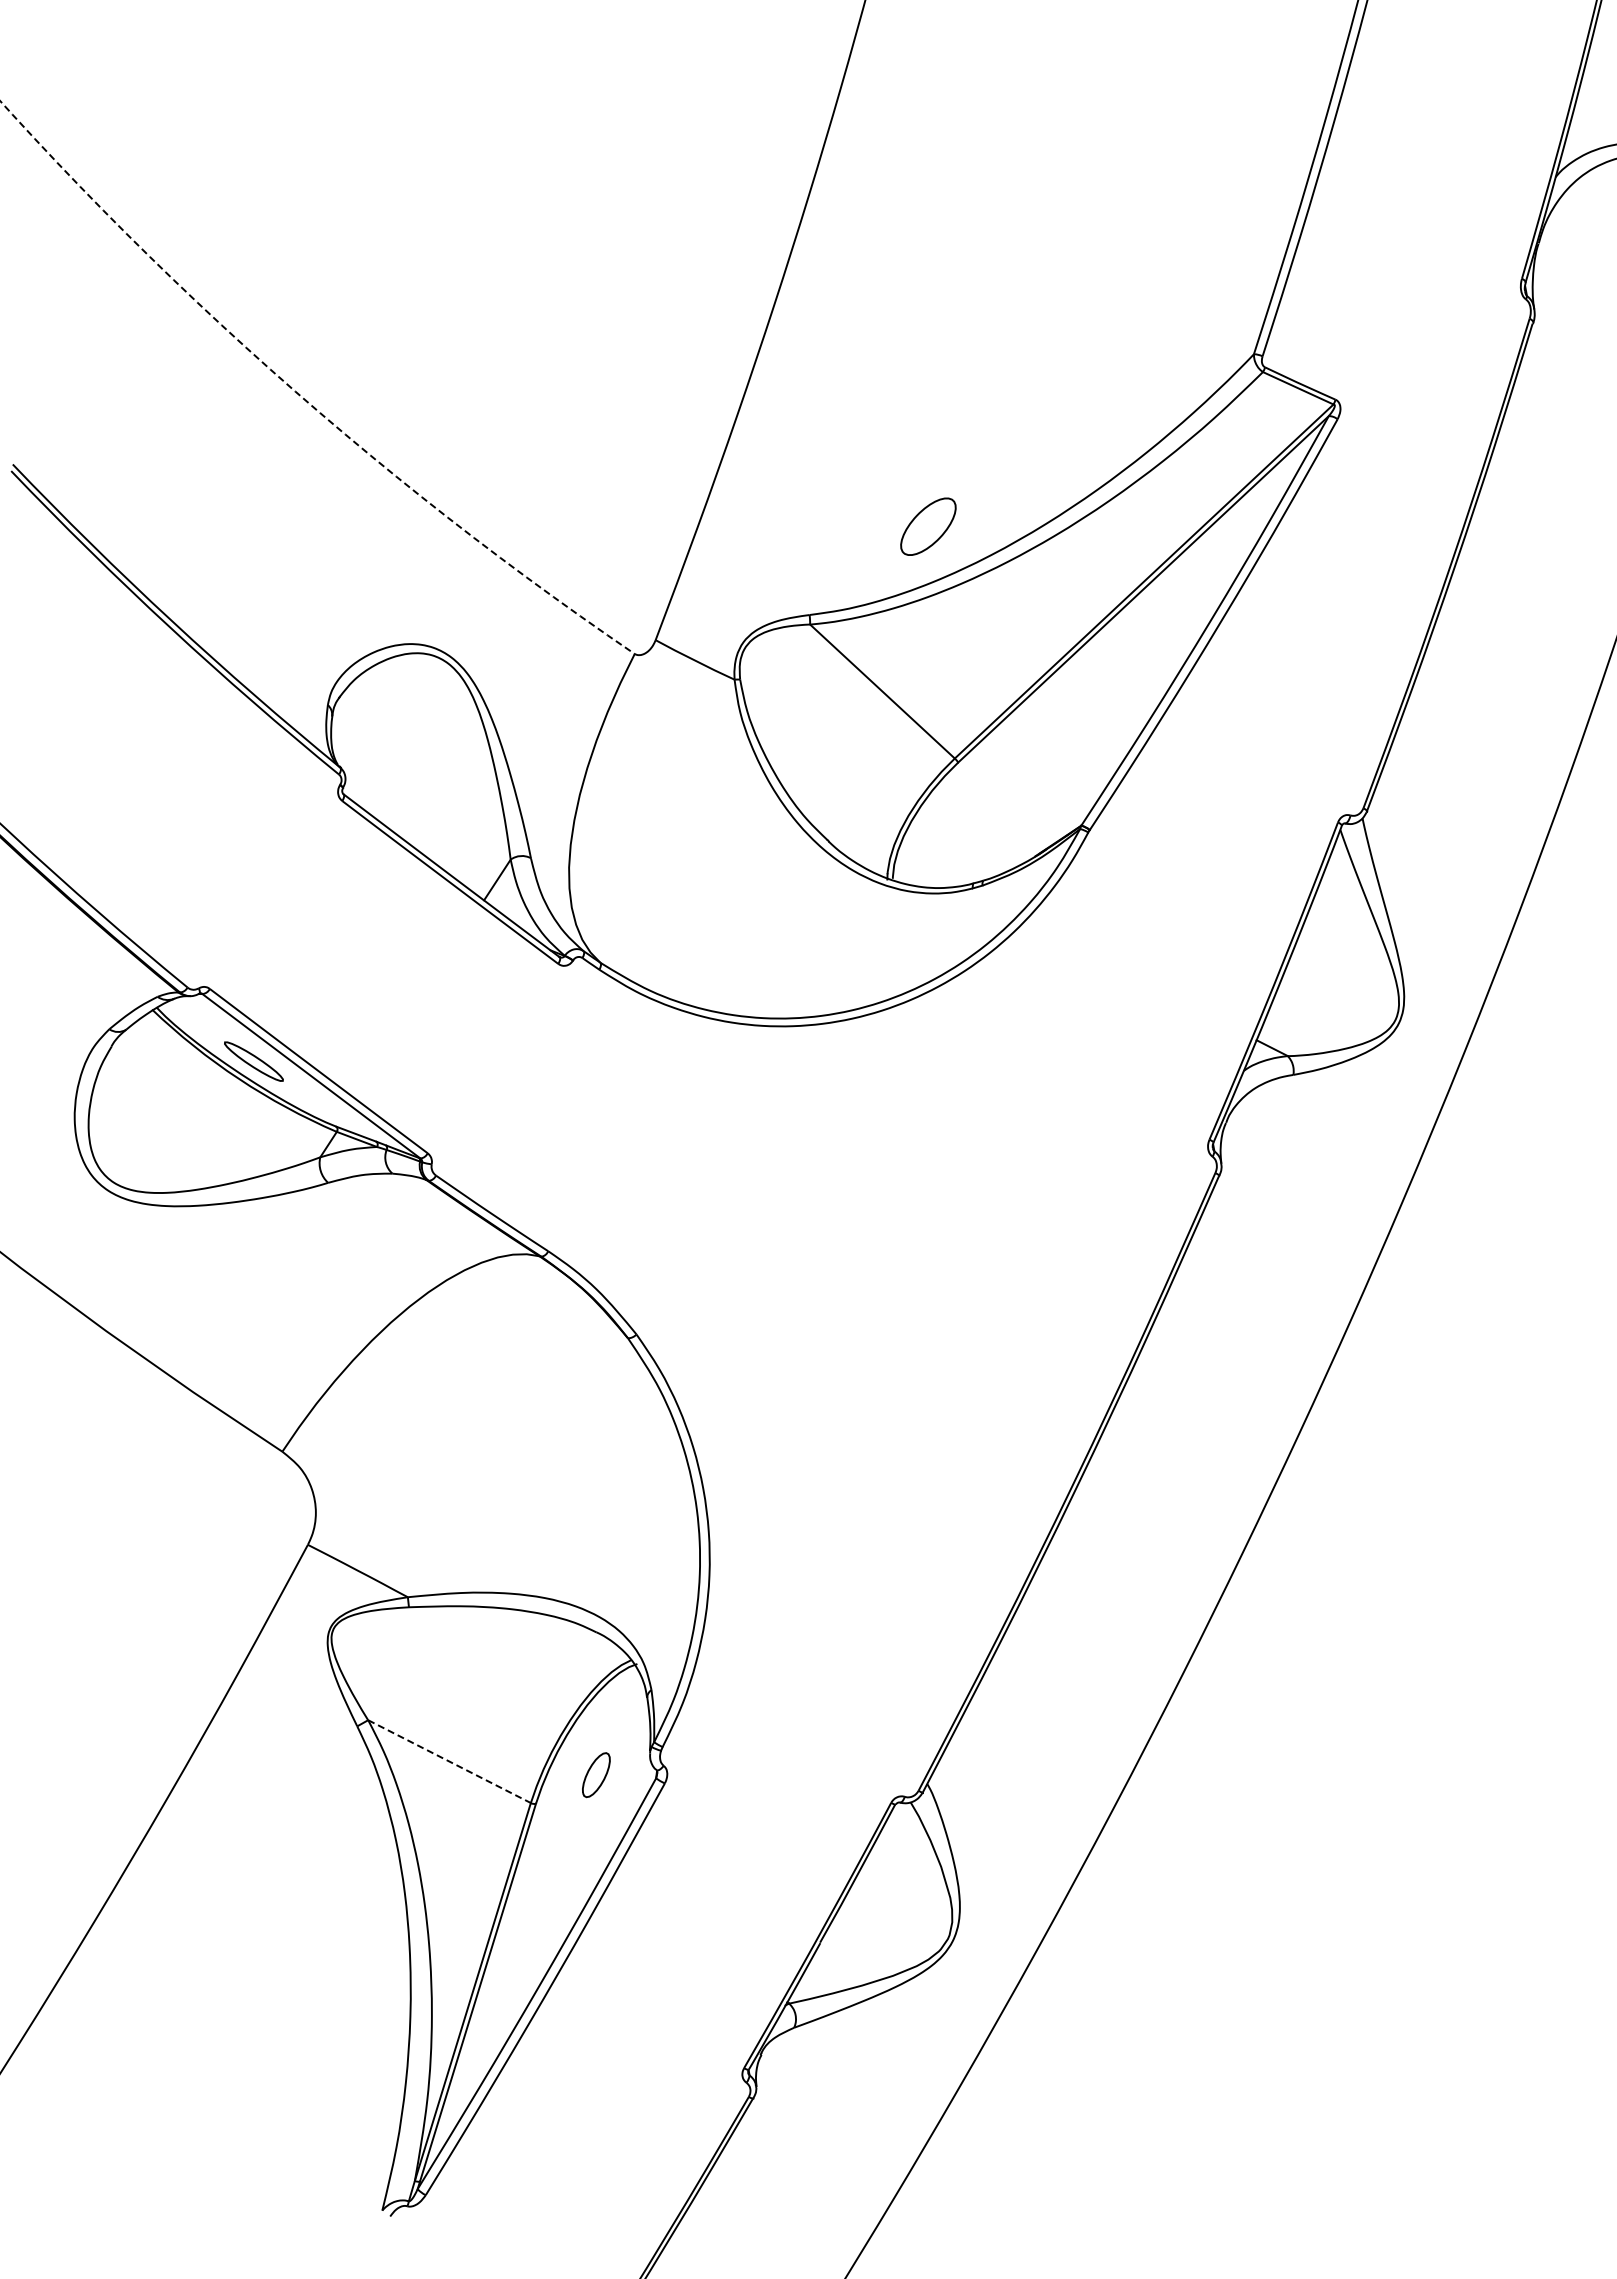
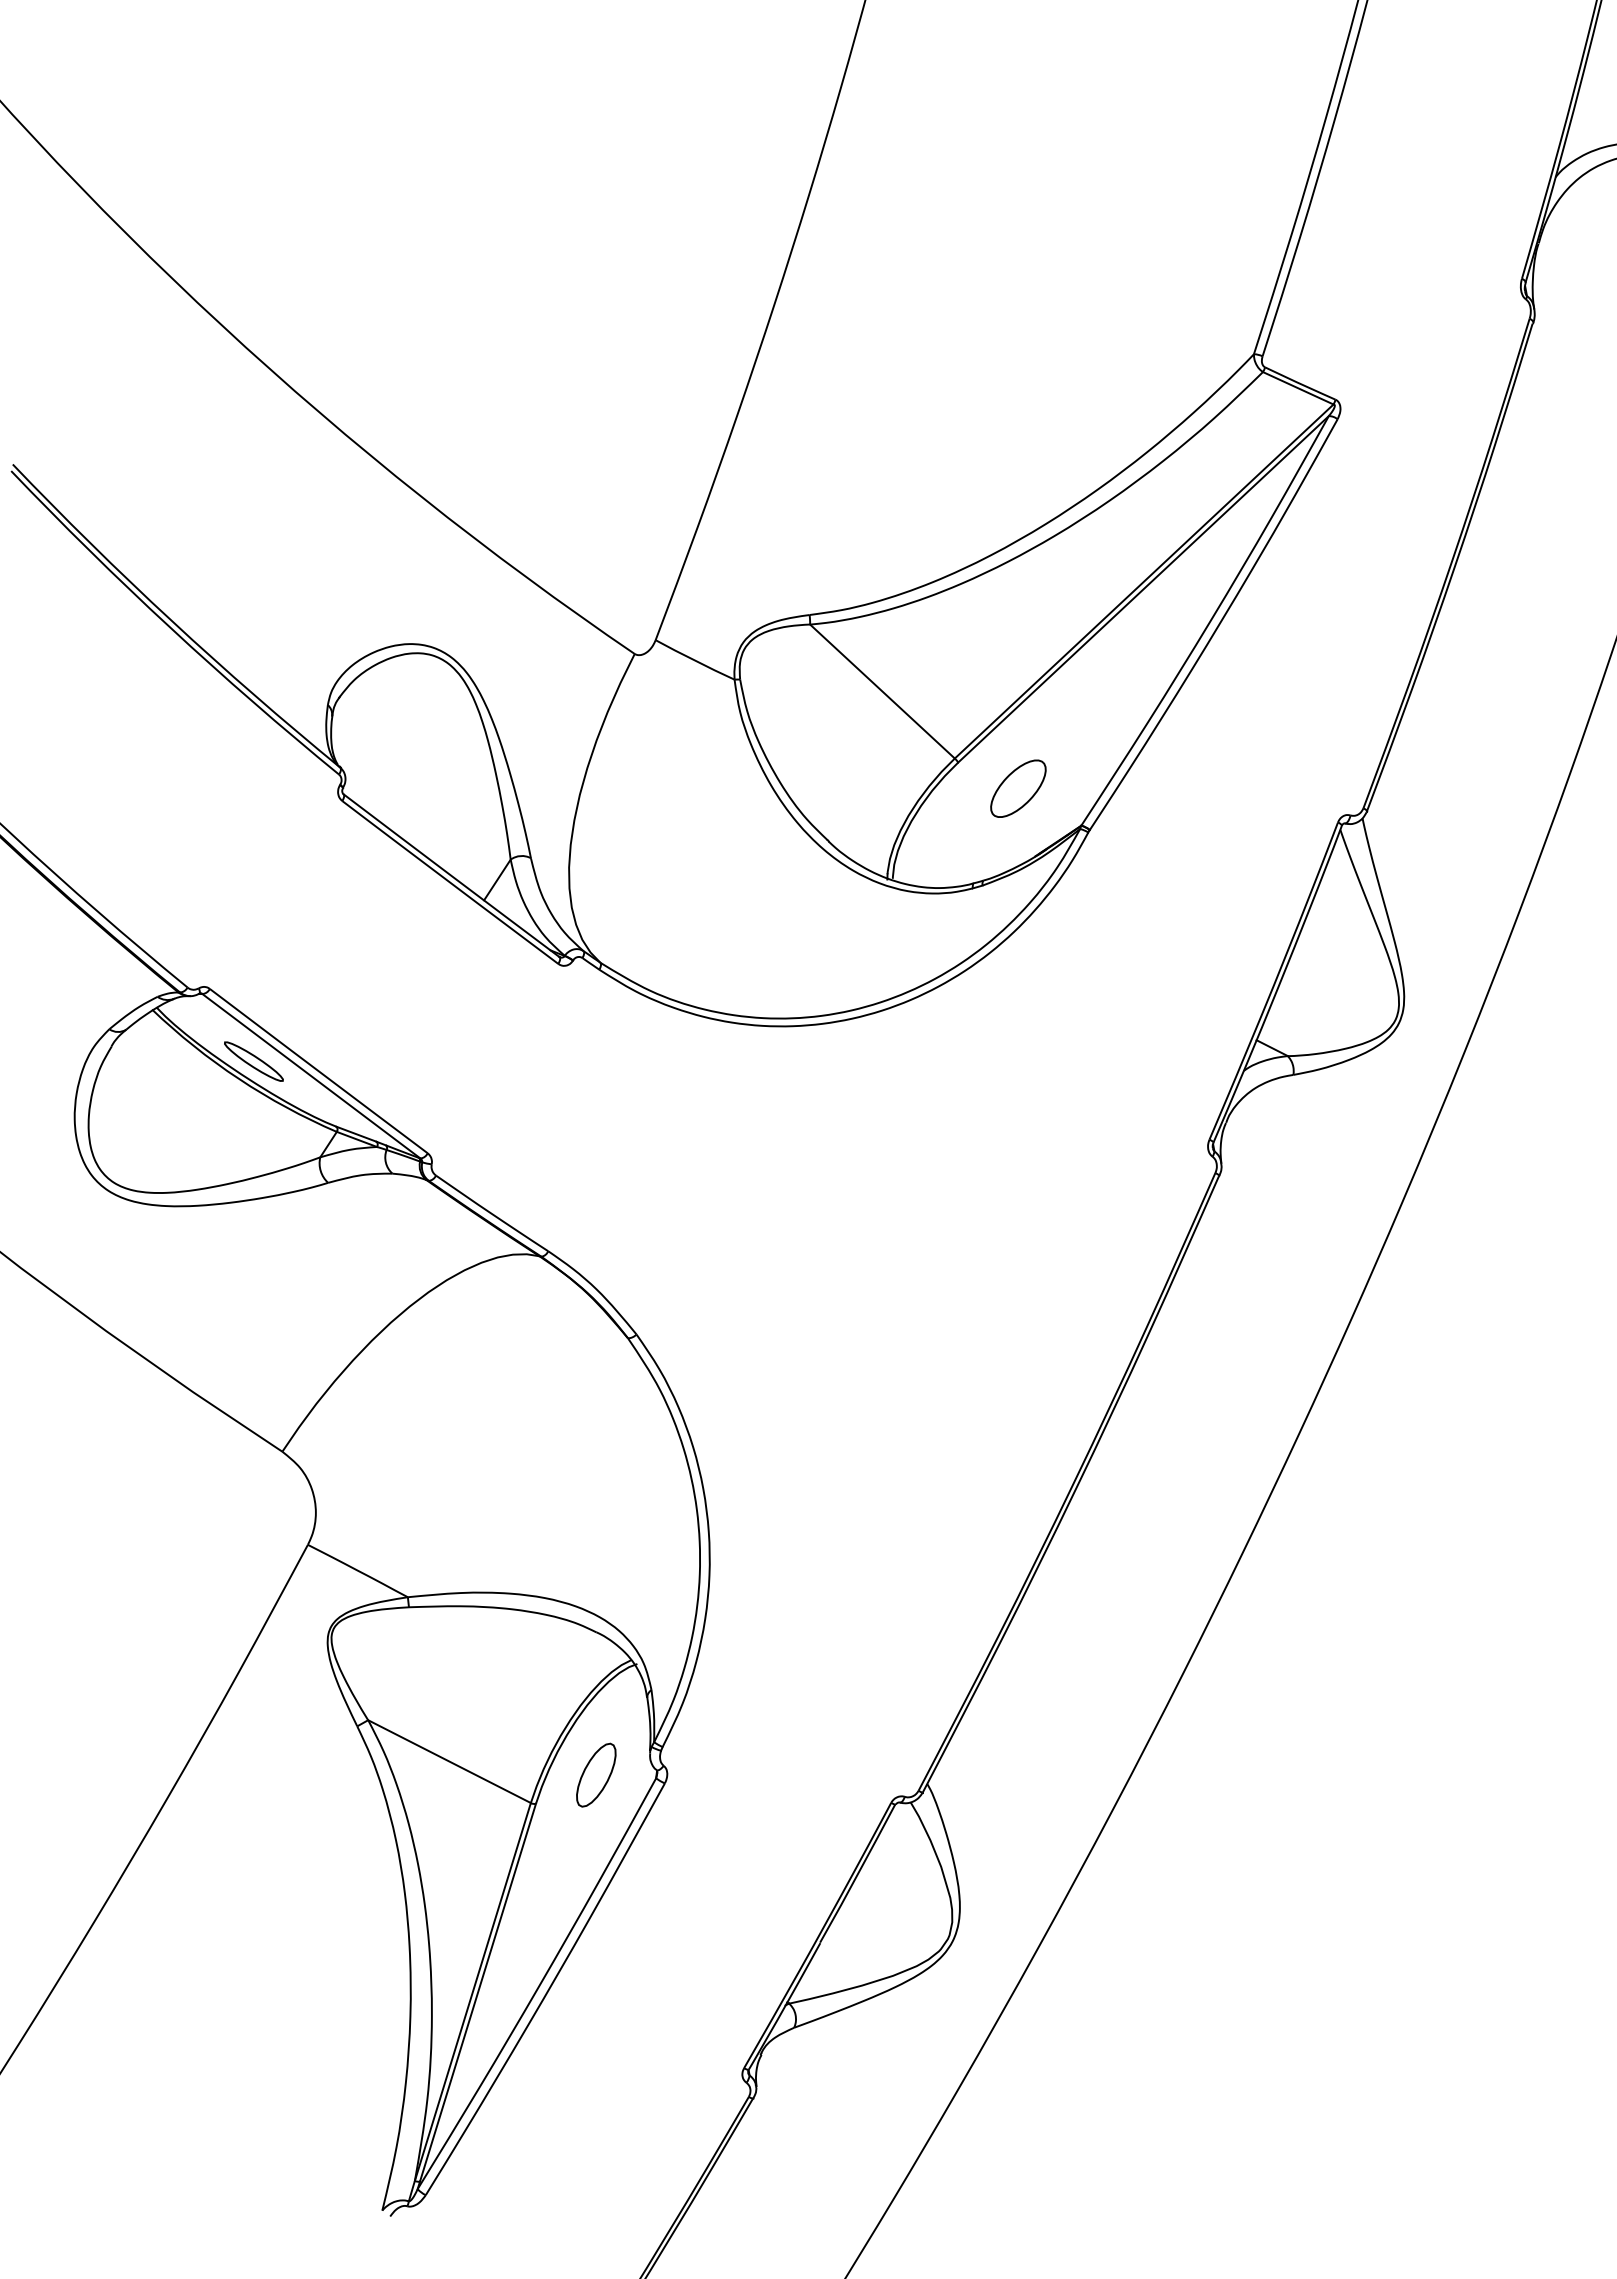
arc at (301, 396): dashed -> solid
part at (928, 526) position: (928, 526) -> (1018, 788)
line at (450, 1761): dashed -> solid
part at (596, 1775) size: 29x47 px -> 41x66 px
